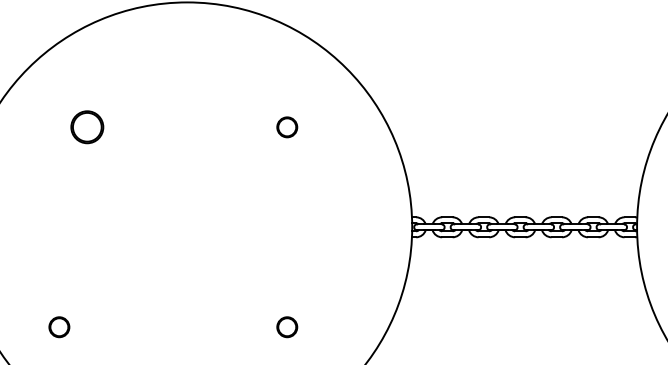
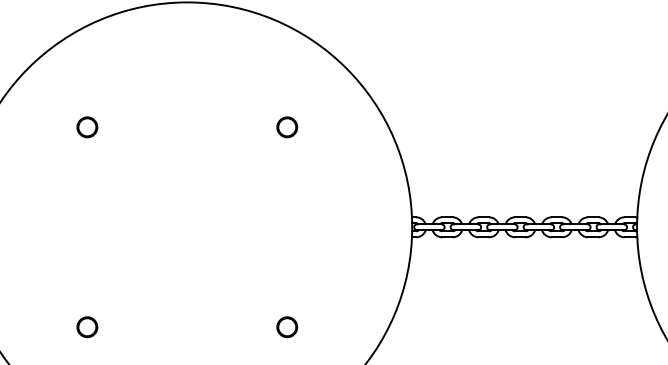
part at (87, 127) size: 35x35 px -> 23x23 px
part at (59, 327) position: (59, 327) -> (87, 327)
